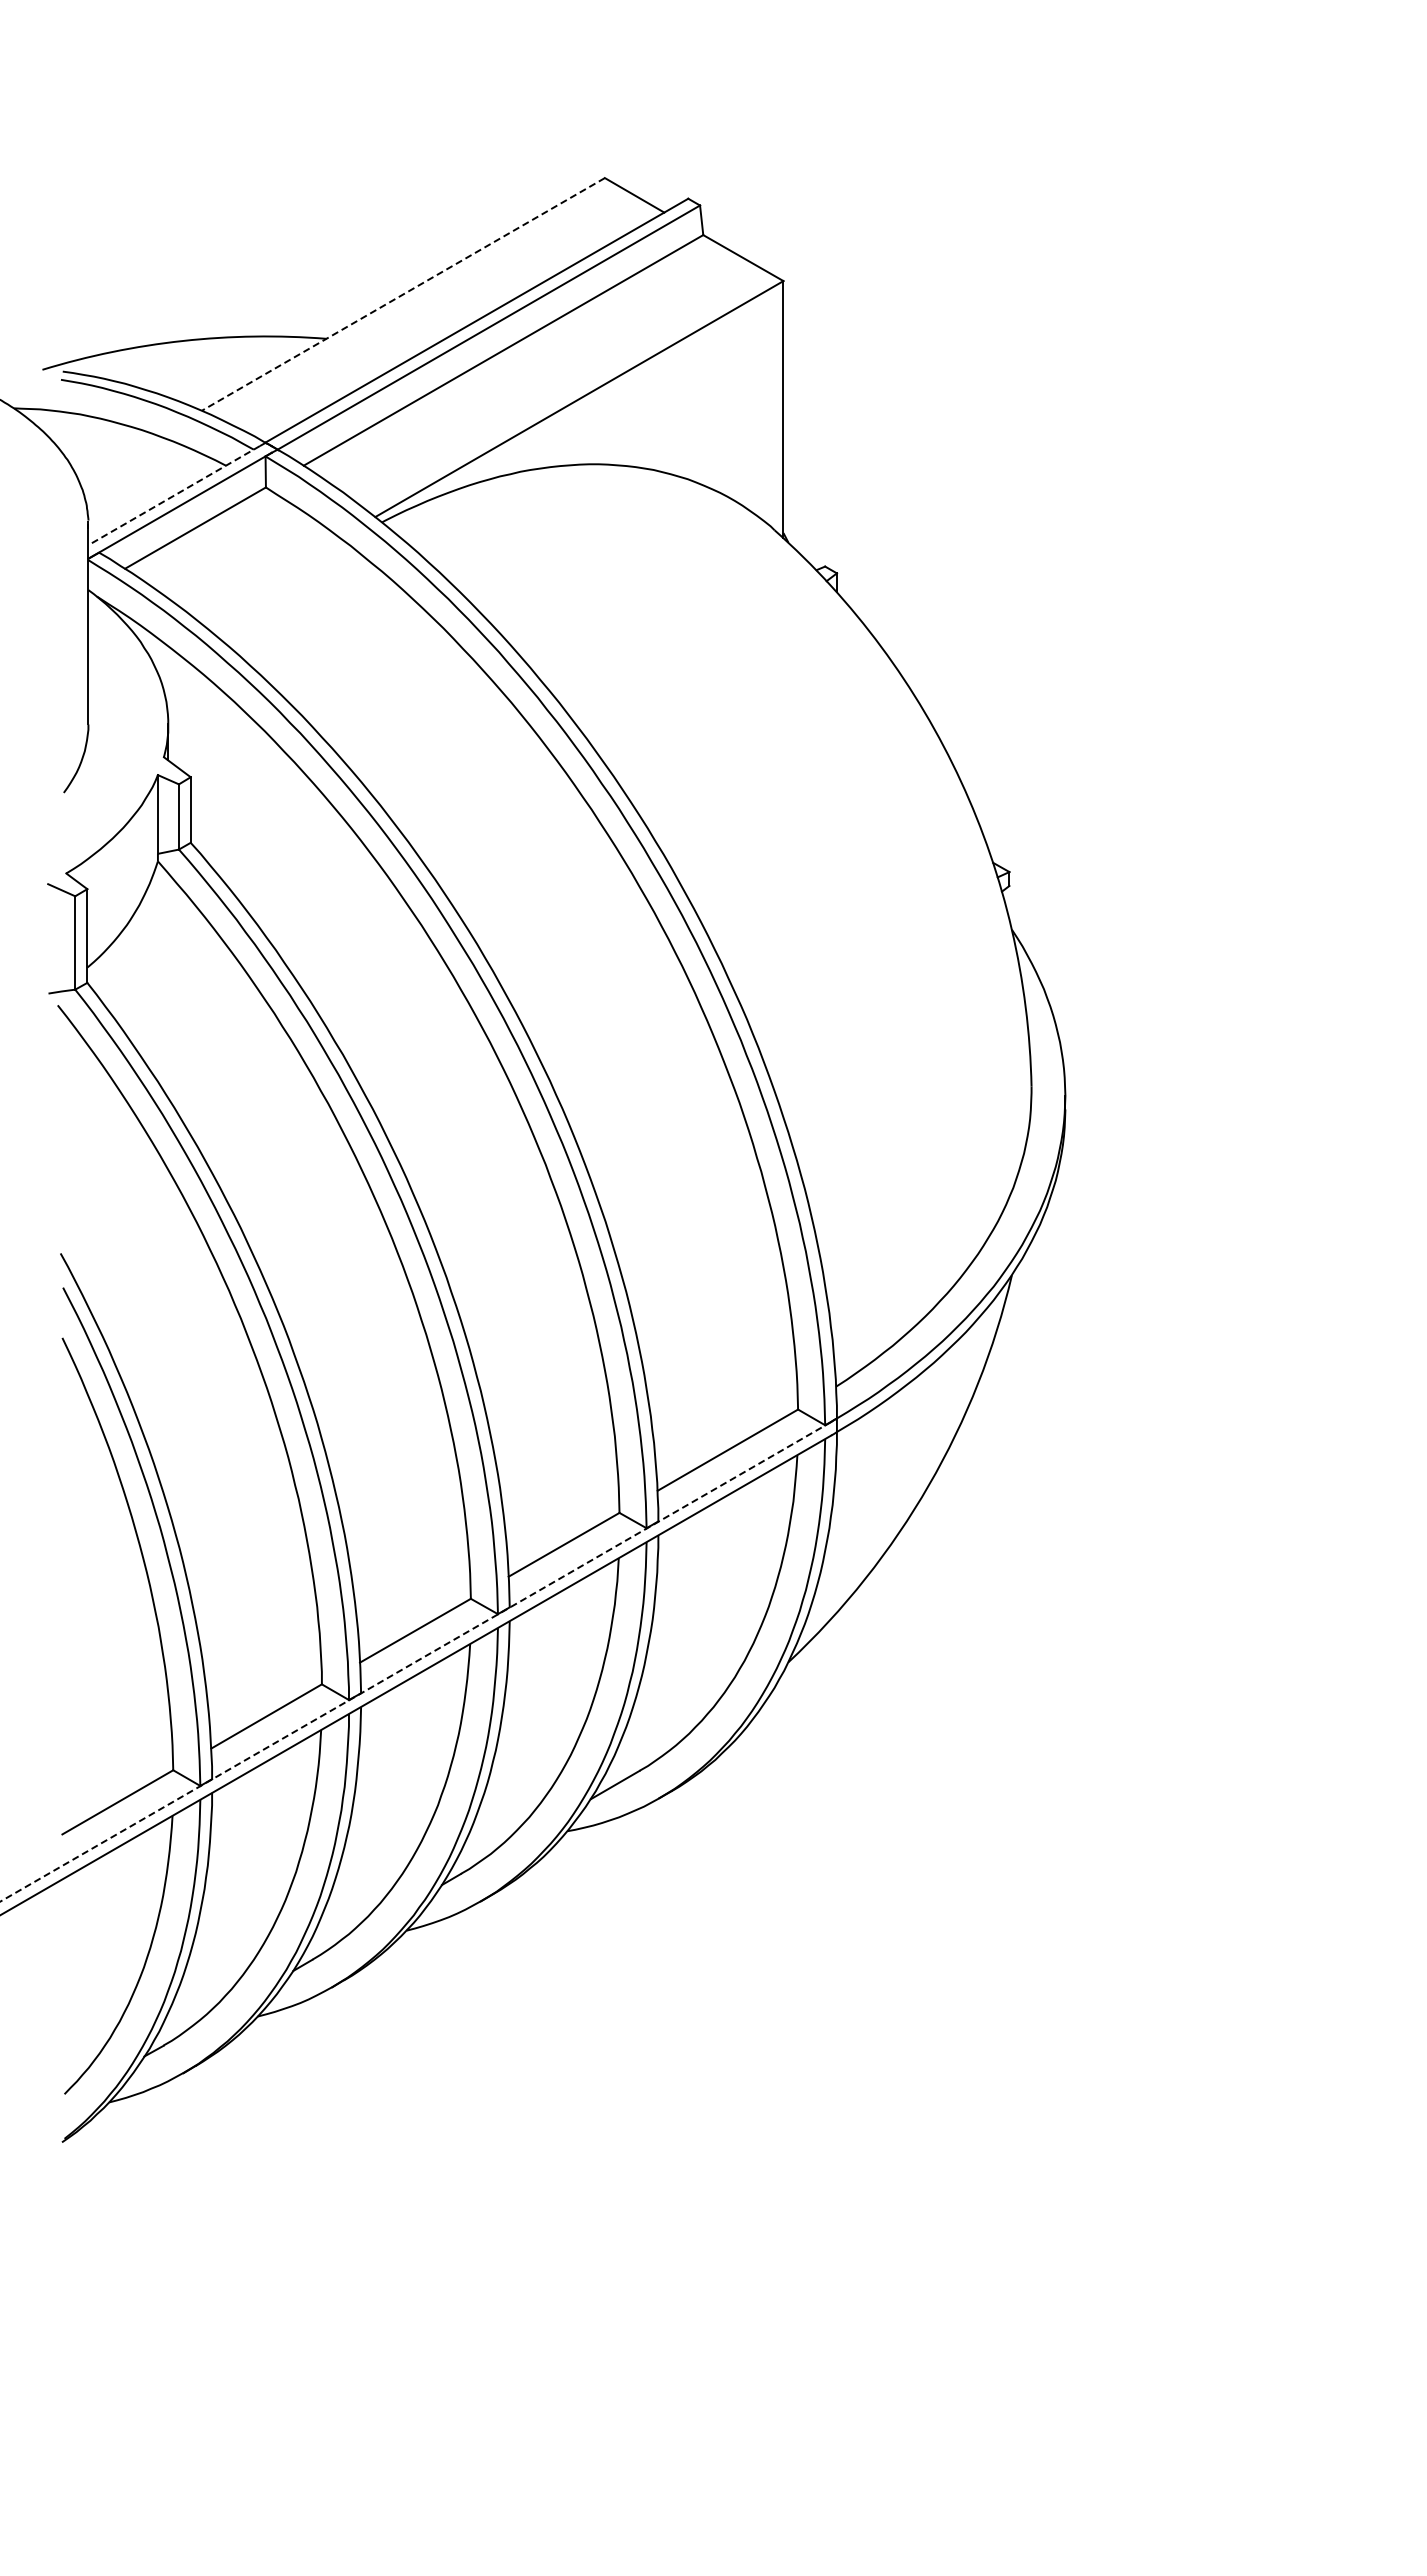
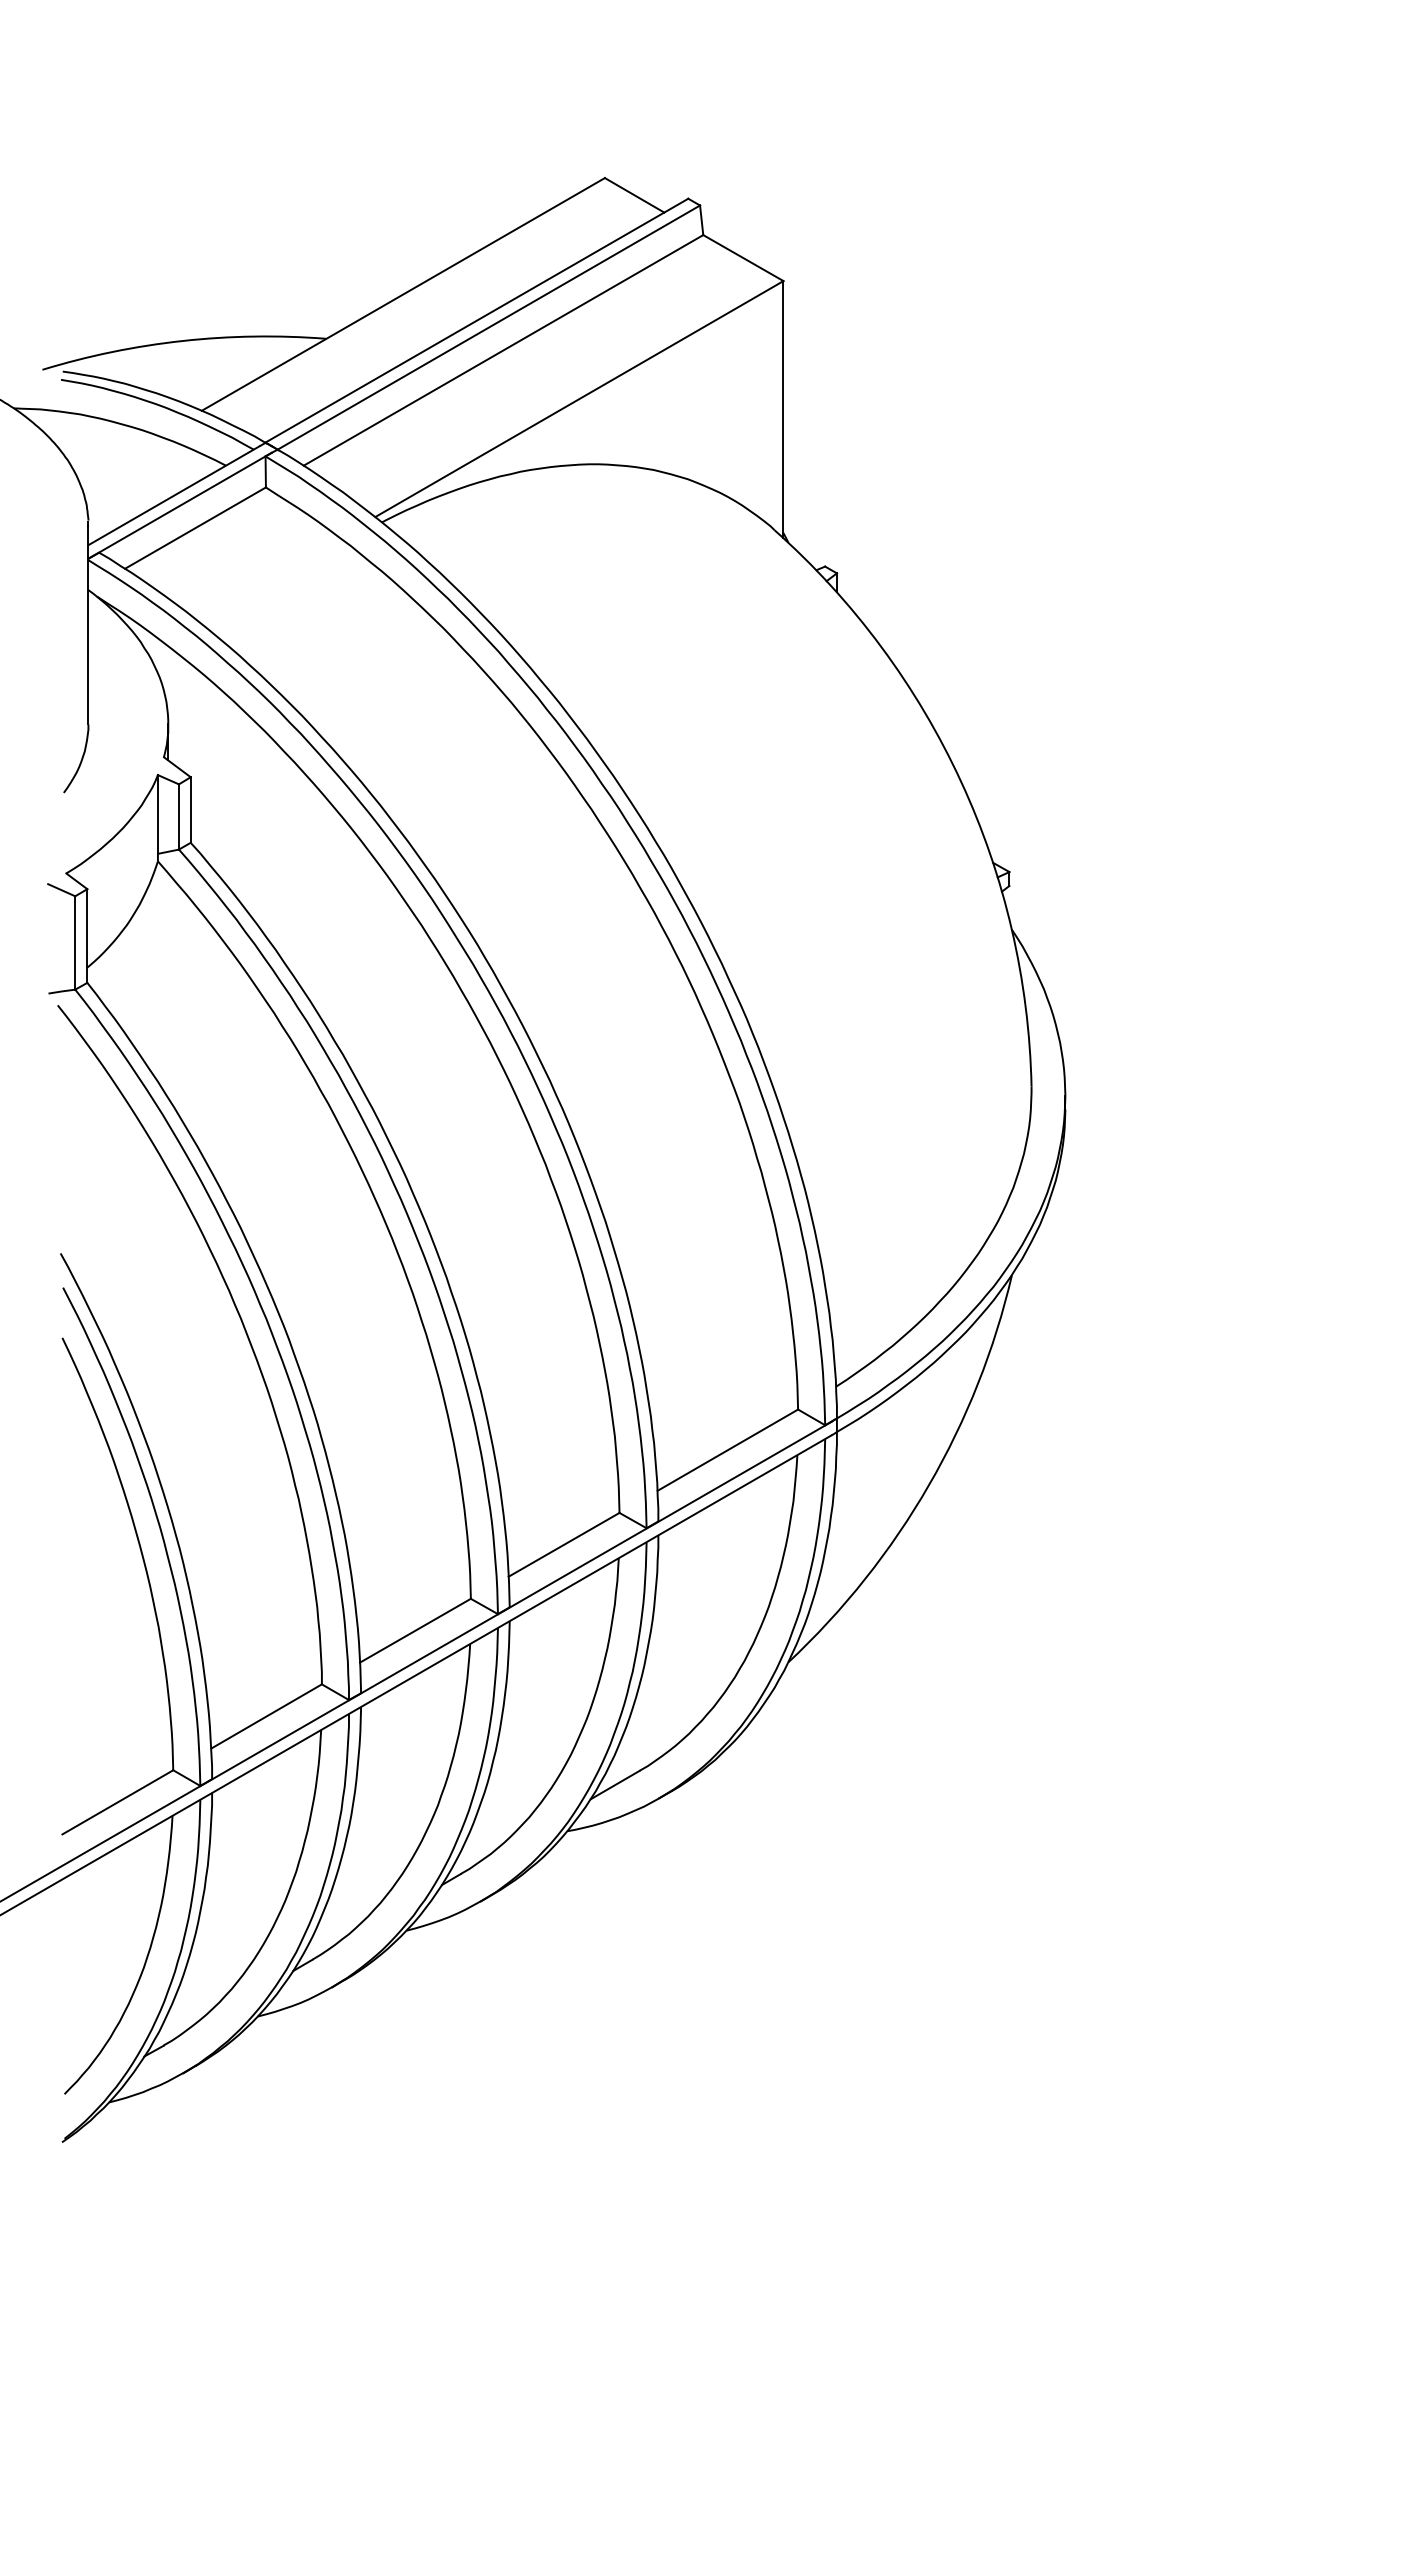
line at (403, 294): dashed -> solid
line at (173, 495): dashed -> solid
line at (415, 1661): dashed -> solid
